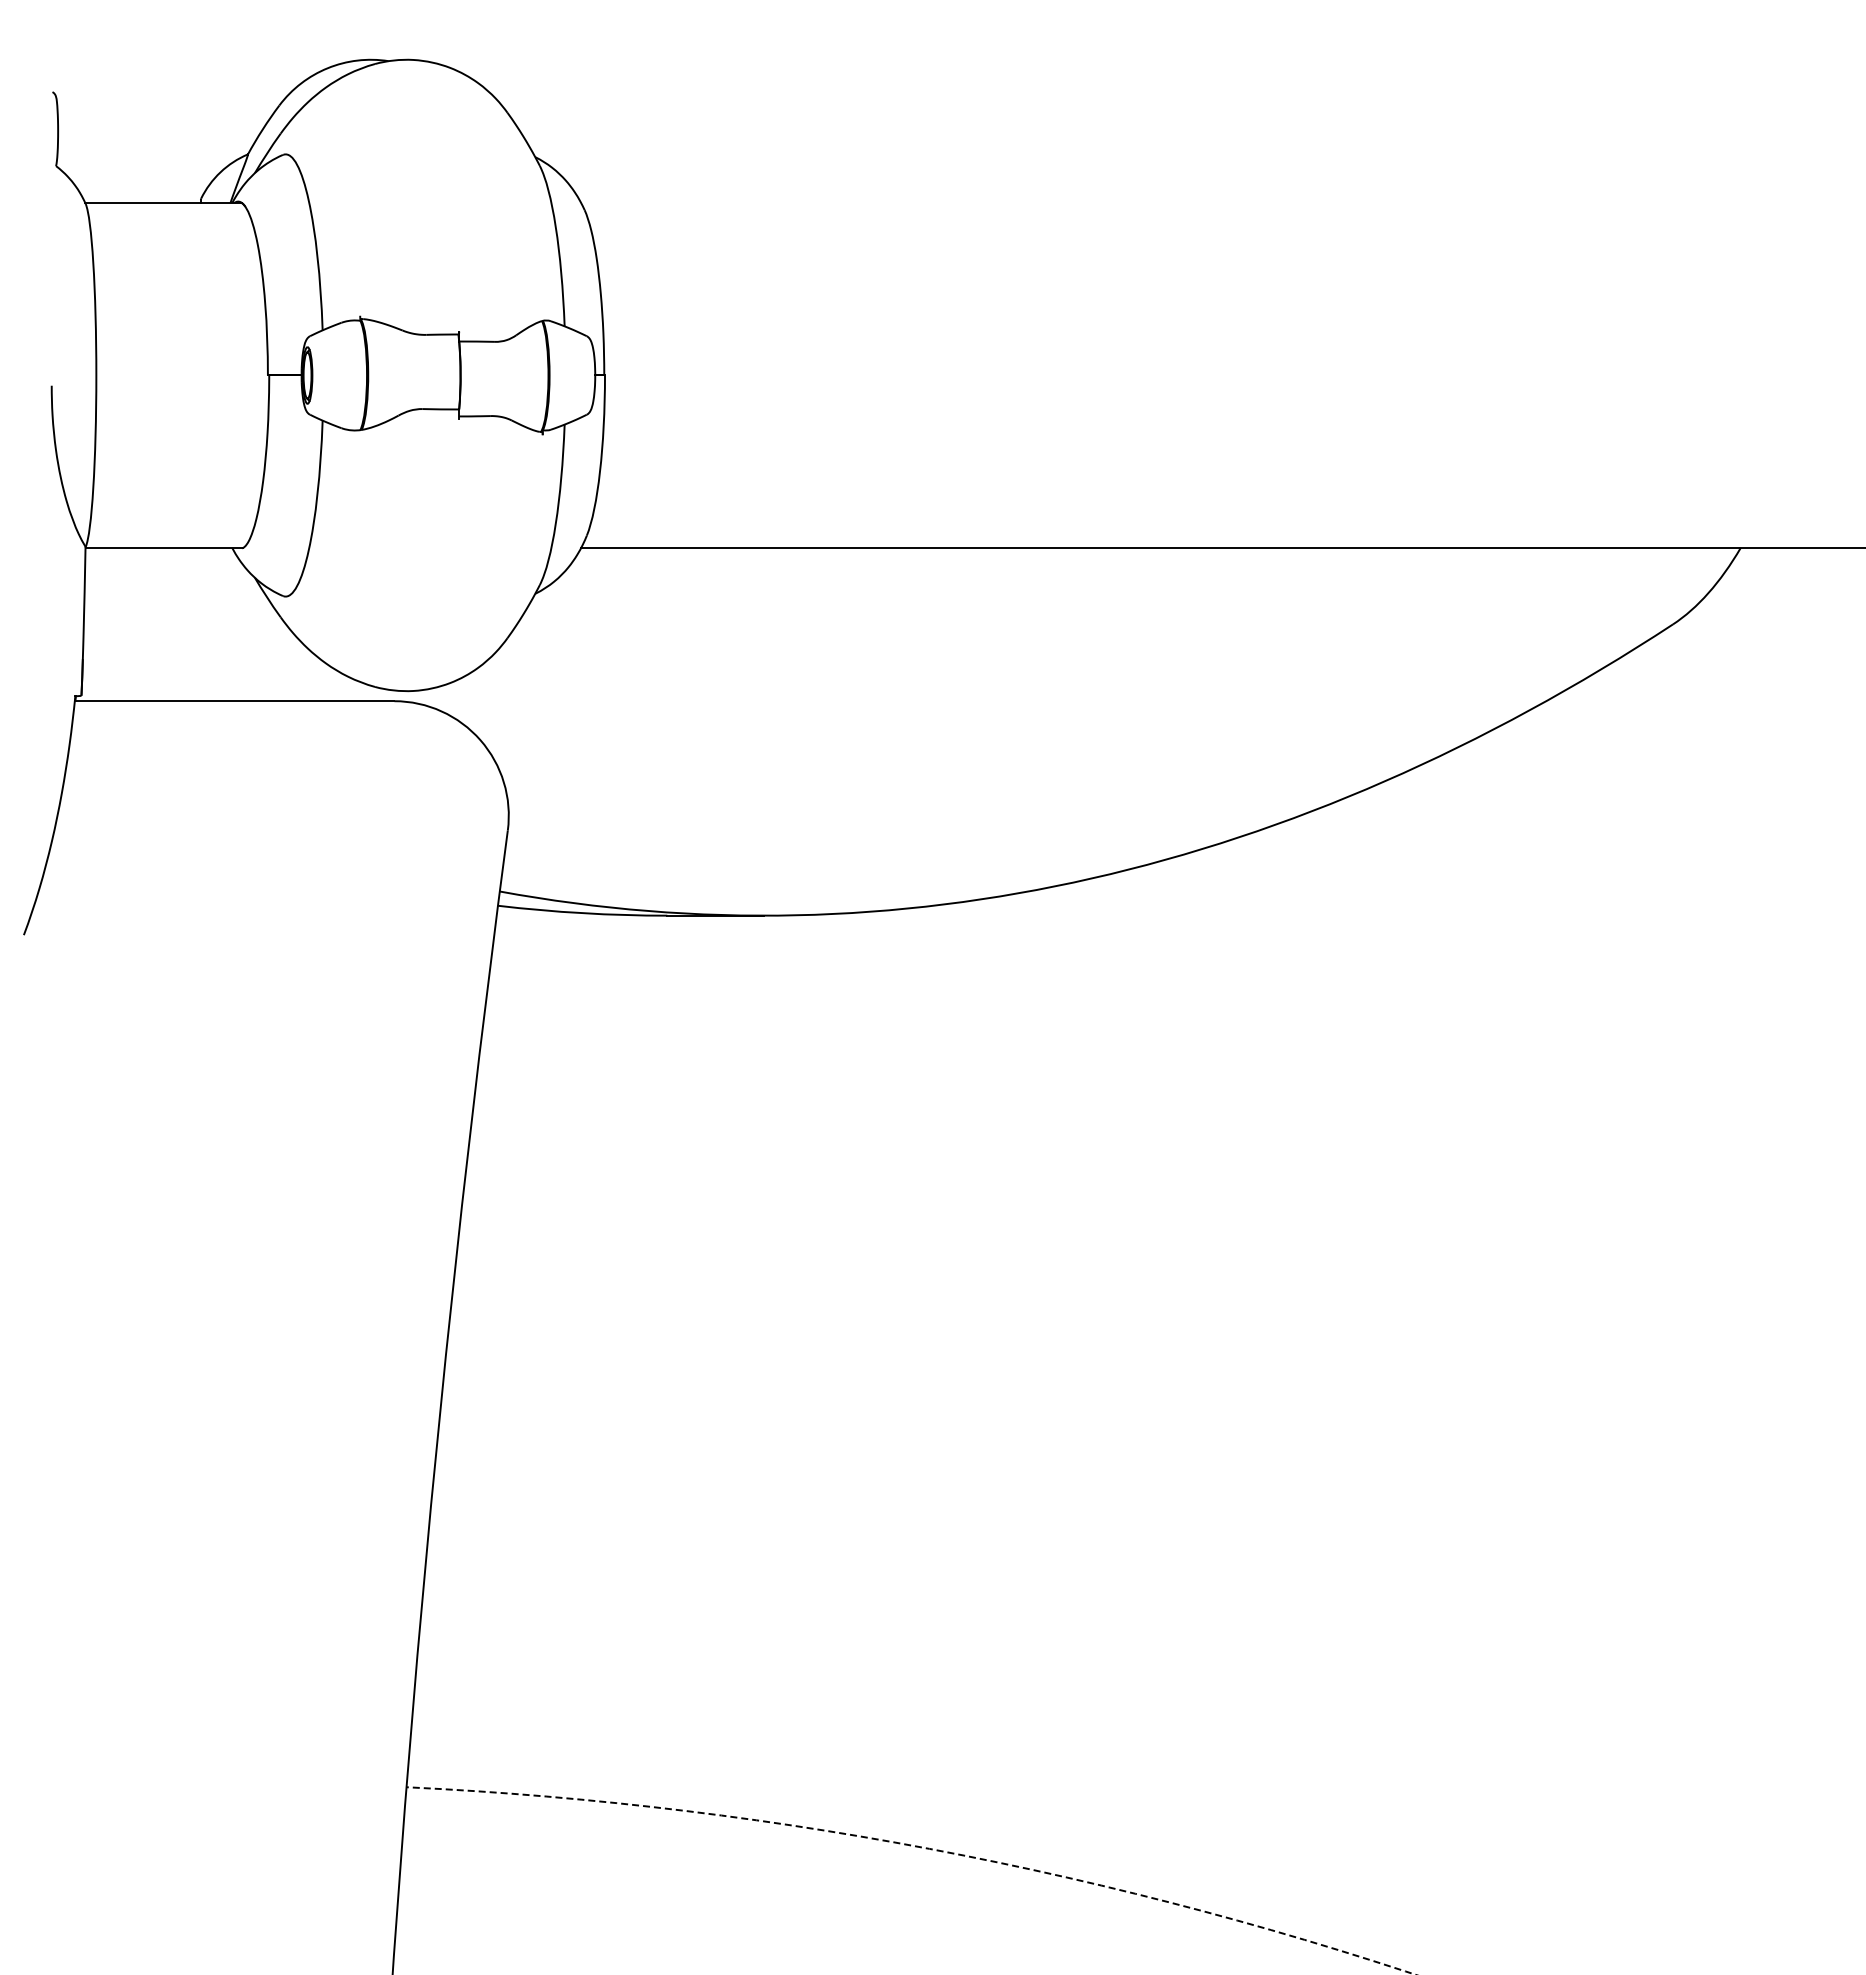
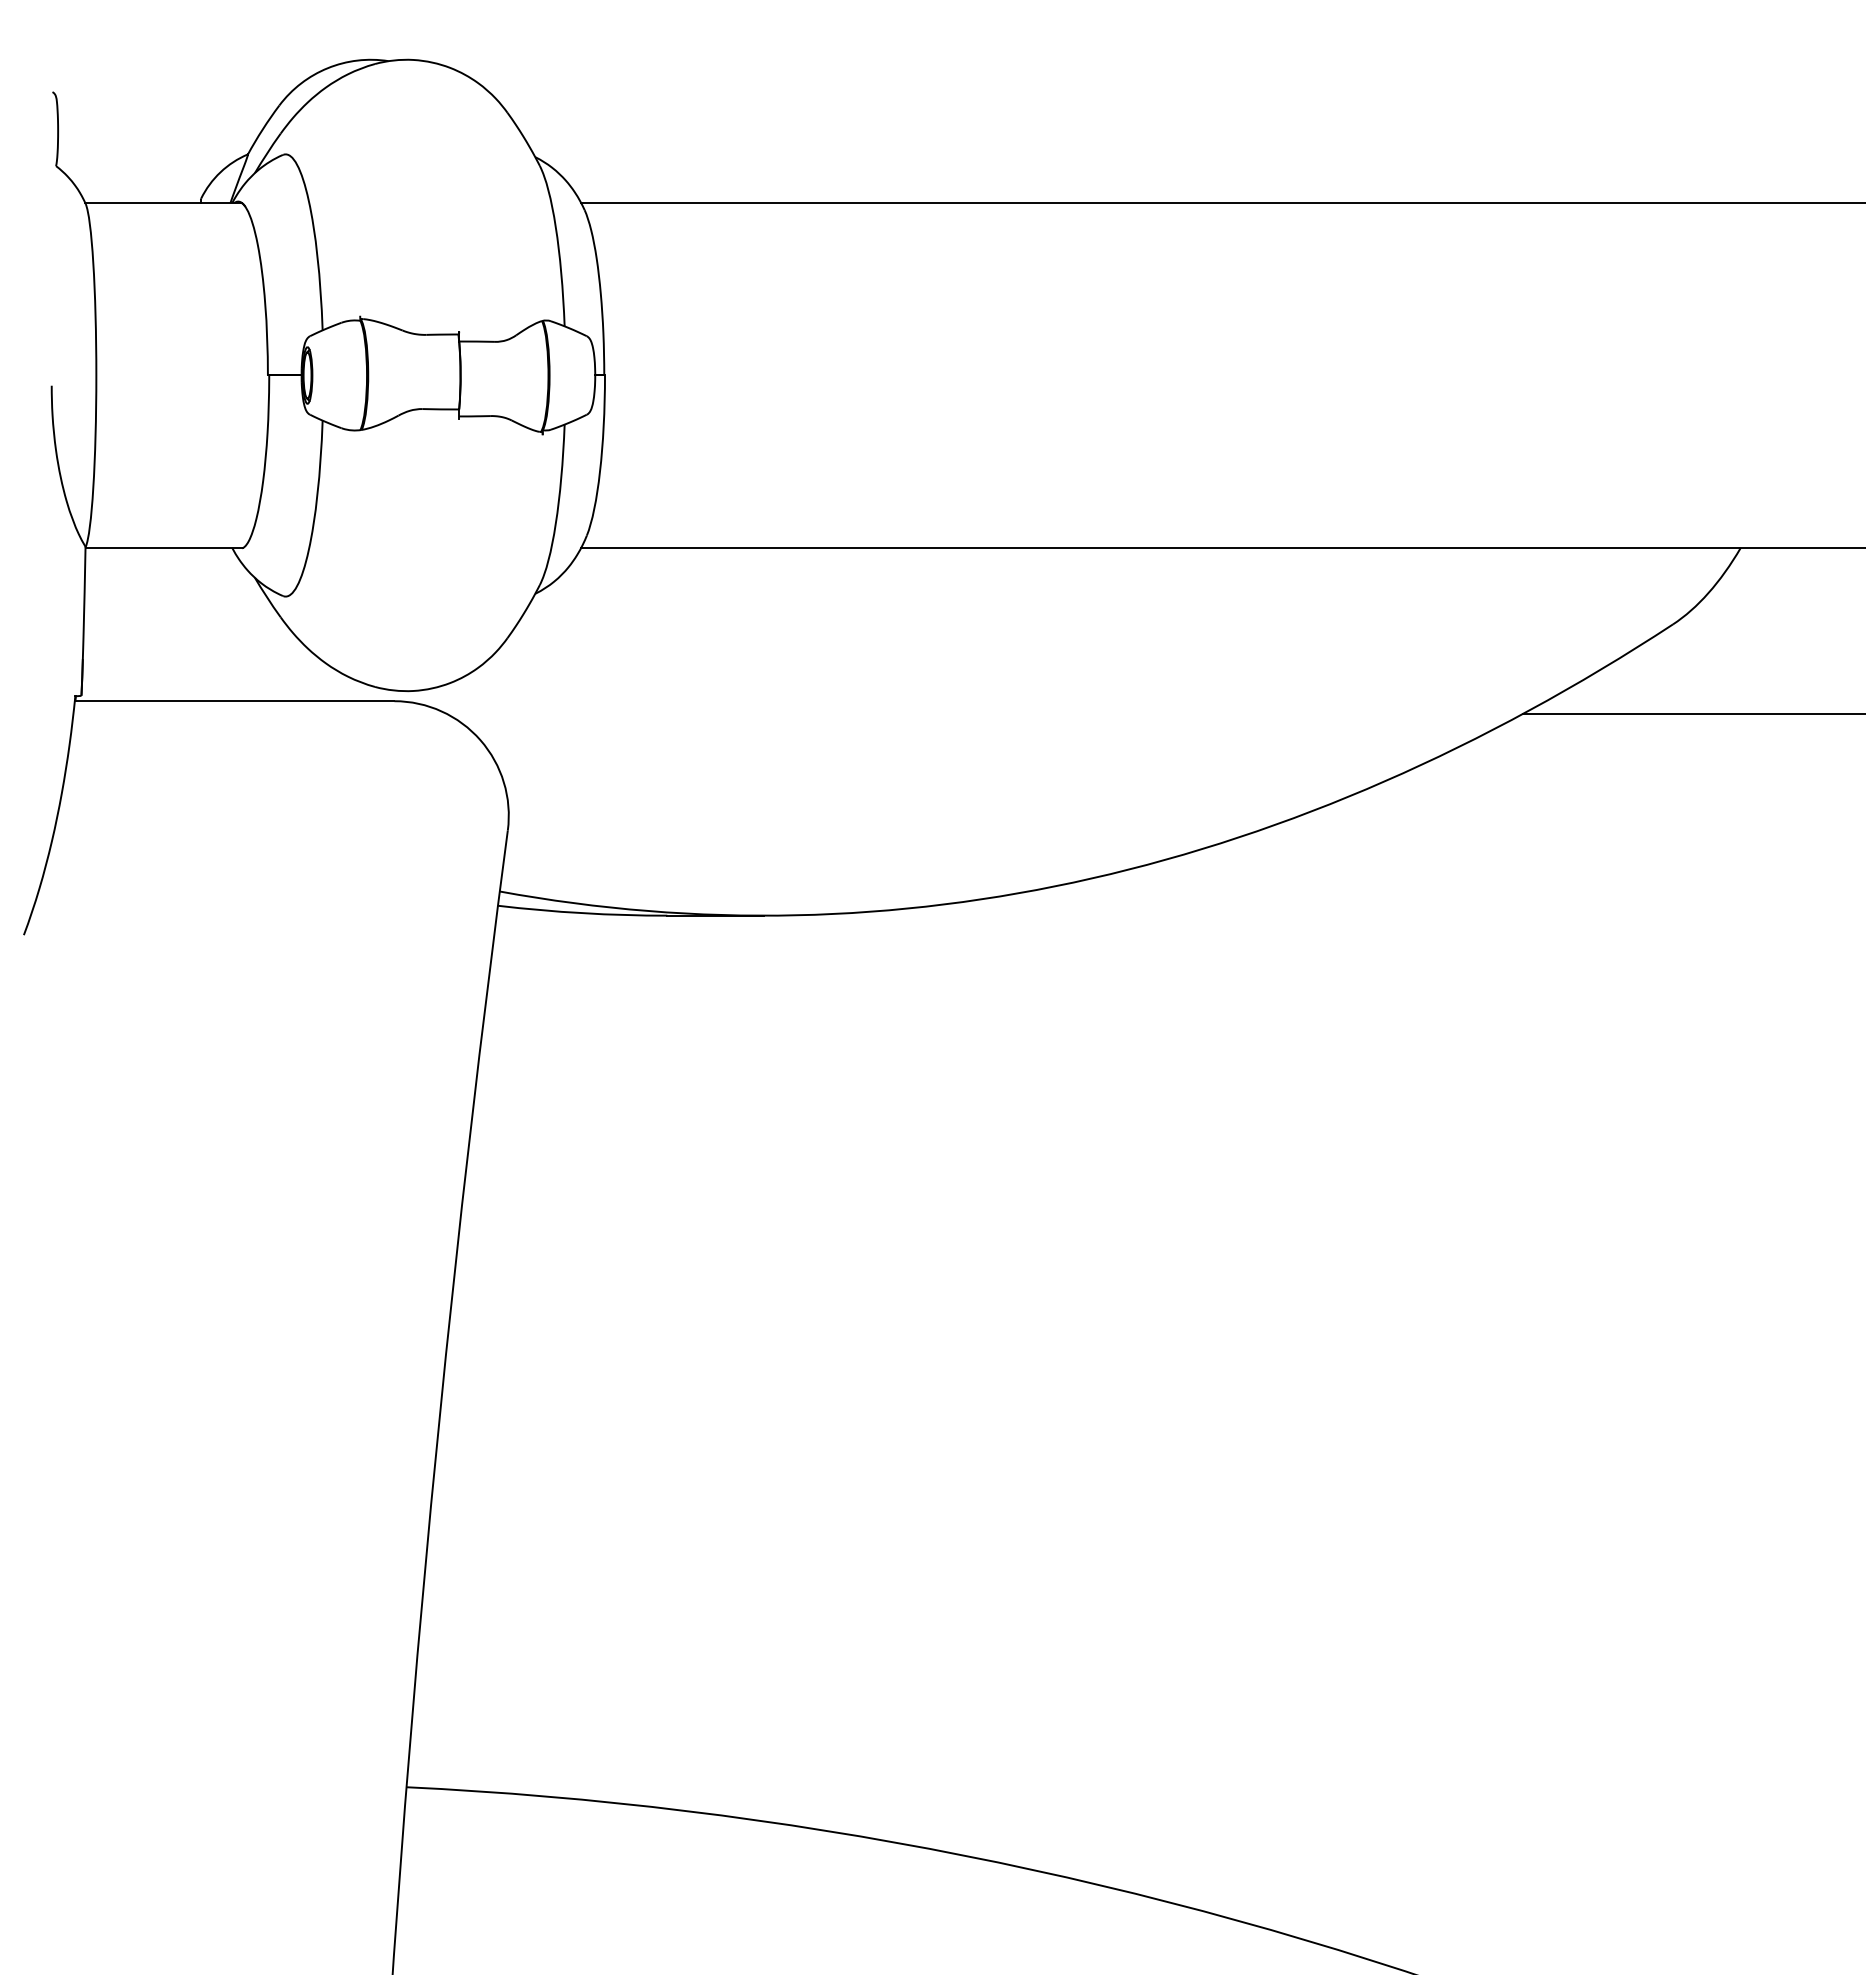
line at (1221, 203): none -> present
line at (1692, 713): none -> present
arc at (918, 1846): dashed -> solid
